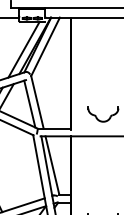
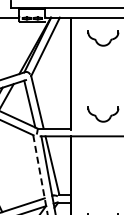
part at (103, 38): none -> present
line at (23, 49): present -> none
line at (40, 175): solid -> dashed
